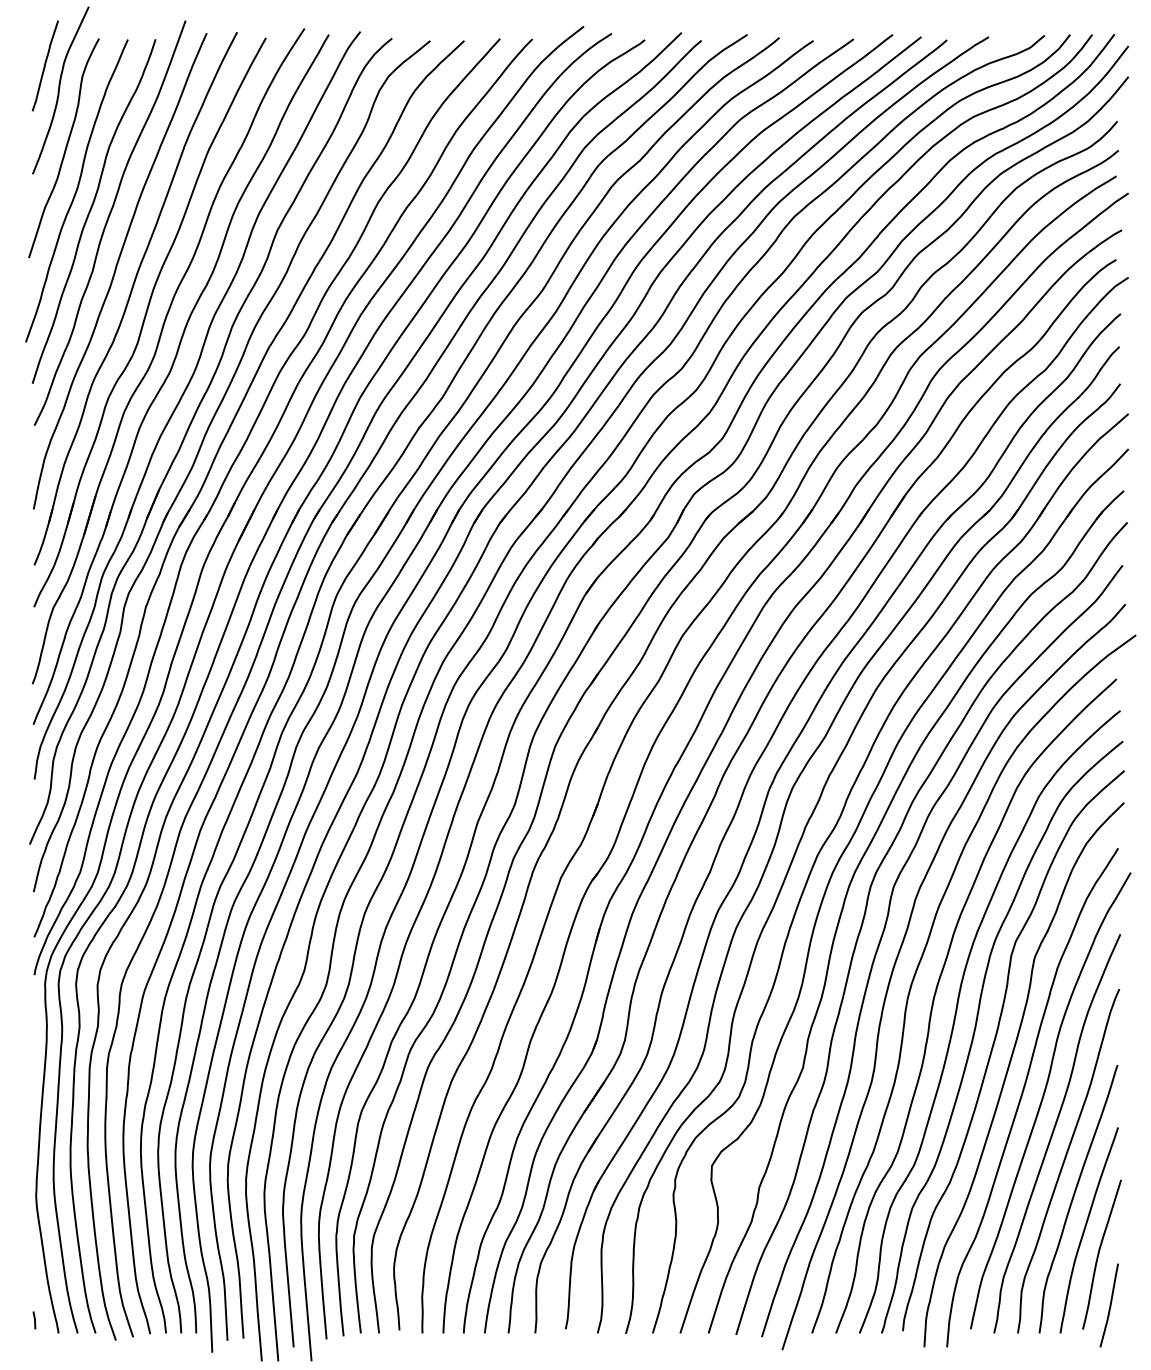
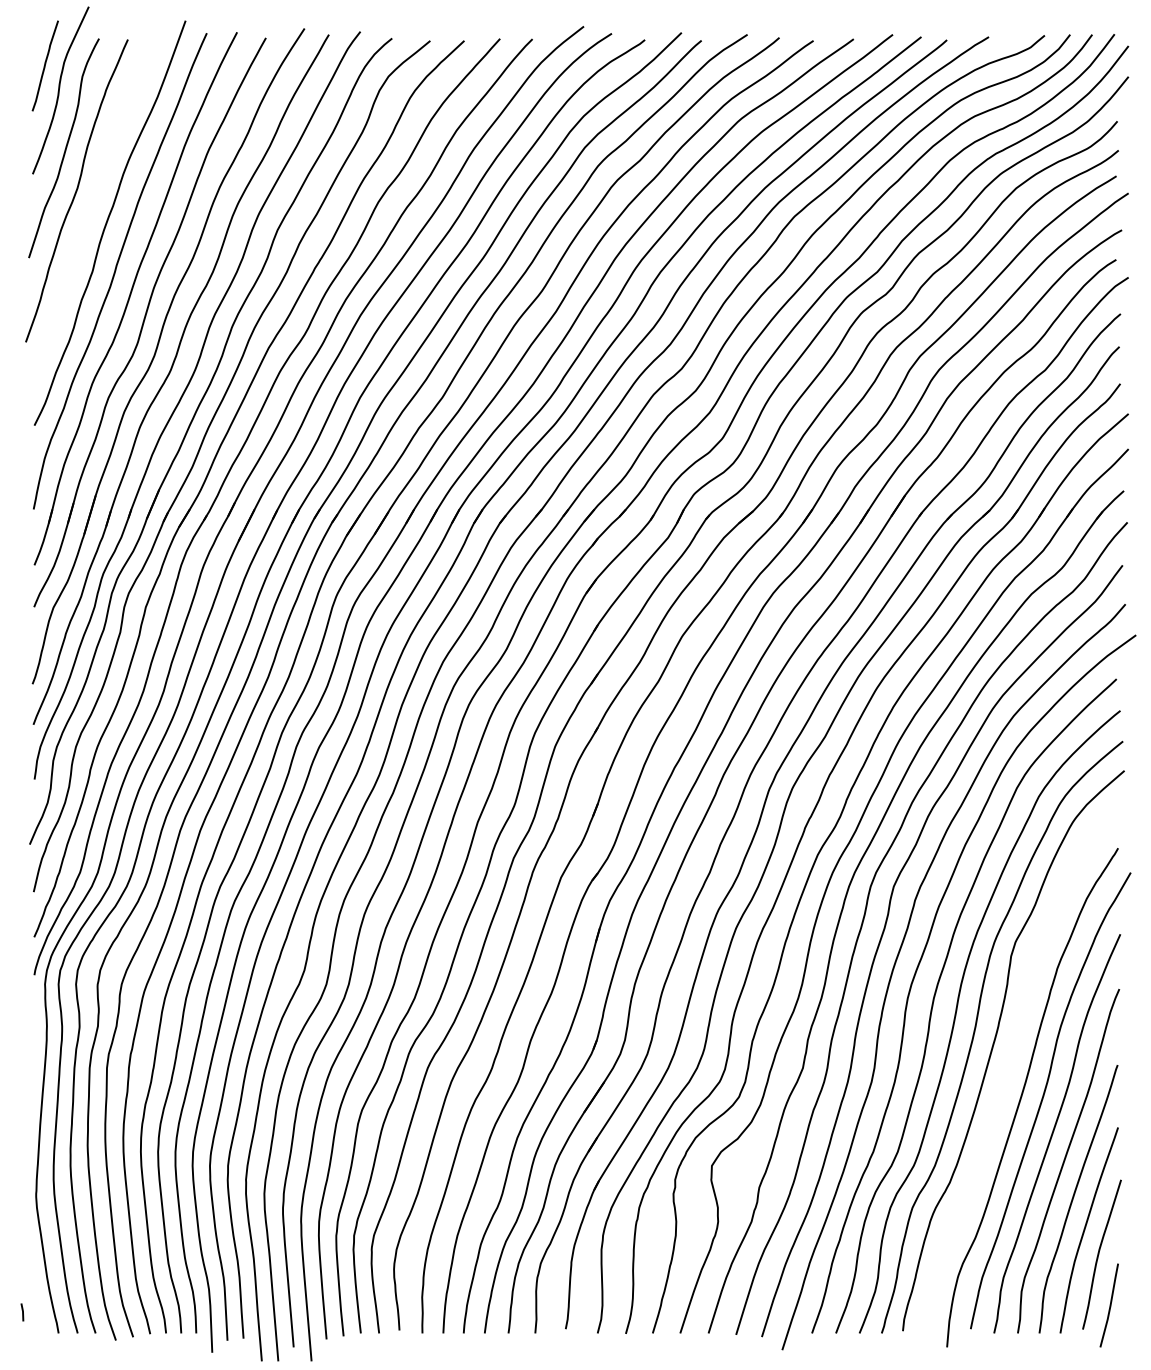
curve at (91, 210): present -> none
curve at (1009, 1068): present -> none
line at (34, 1320) position: (34, 1320) -> (22, 1312)
